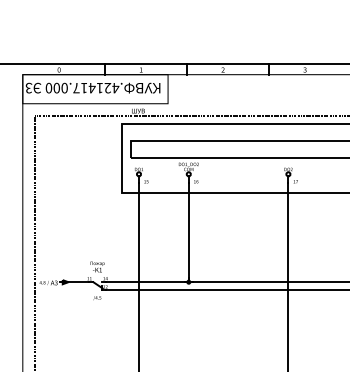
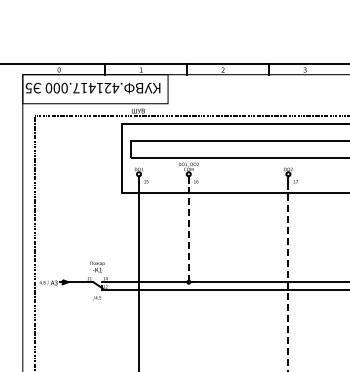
text at (28, 88): 3 -> 5
line at (188, 232): solid -> dashed
line at (288, 277): solid -> dashed
